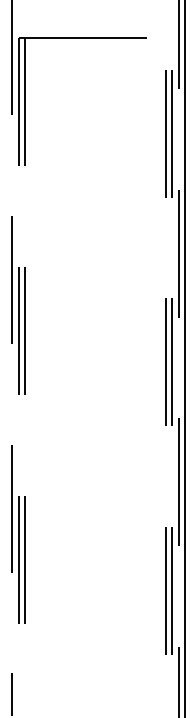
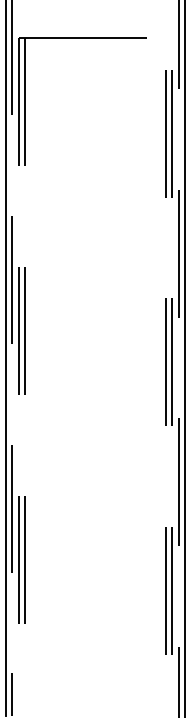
line at (5, 358): none -> present
